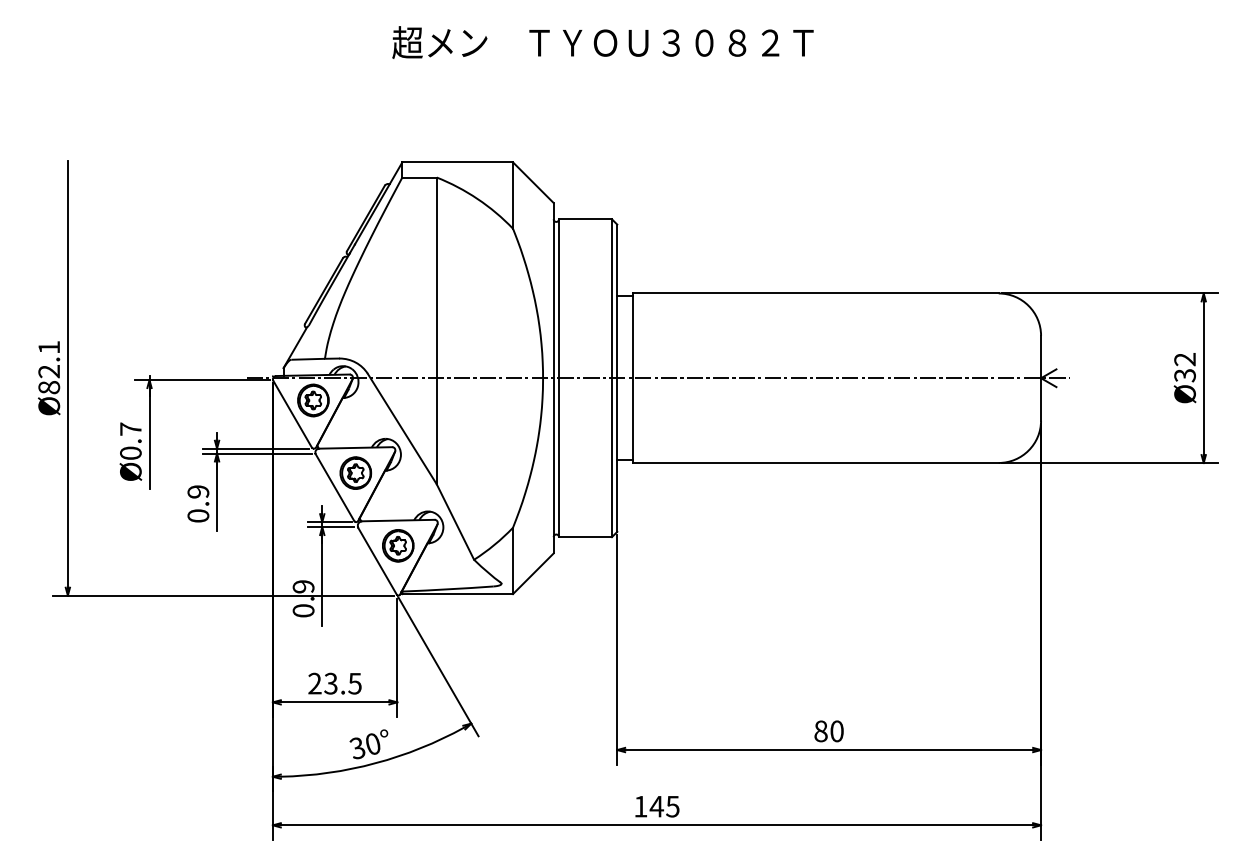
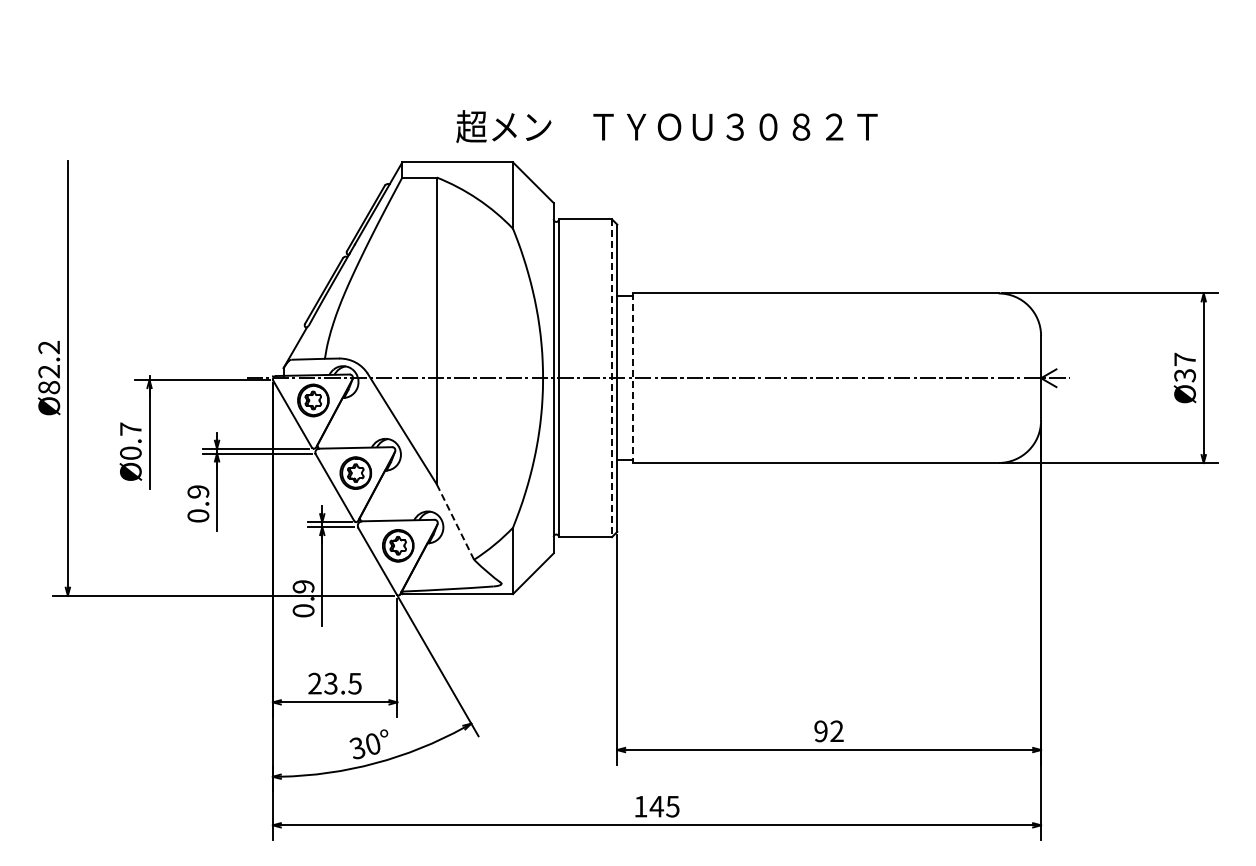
text at (602, 42) position: (602, 42) -> (666, 126)
text at (48, 347): Ø82.1 -> Ø82.2
text at (1184, 359): Ø32 -> Ø37
line at (611, 378): solid -> dashed
line at (633, 378): solid -> dashed
line at (455, 521): solid -> dashed
text at (828, 731): 80 -> 92
